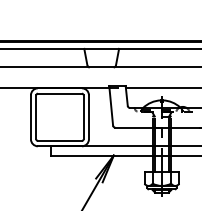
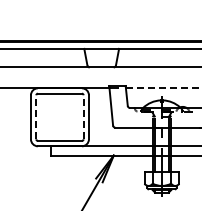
line at (163, 88): solid -> dashed
line at (36, 116): solid -> dashed
line at (83, 116): solid -> dashed
